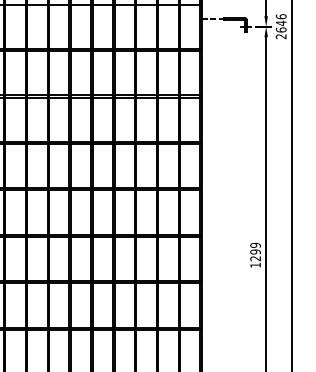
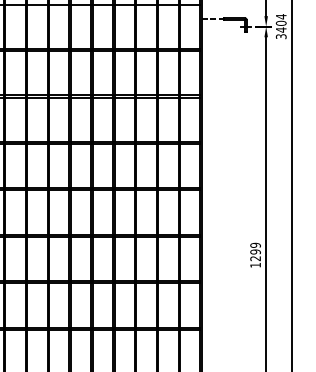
text at (280, 26): 2646 -> 3404
